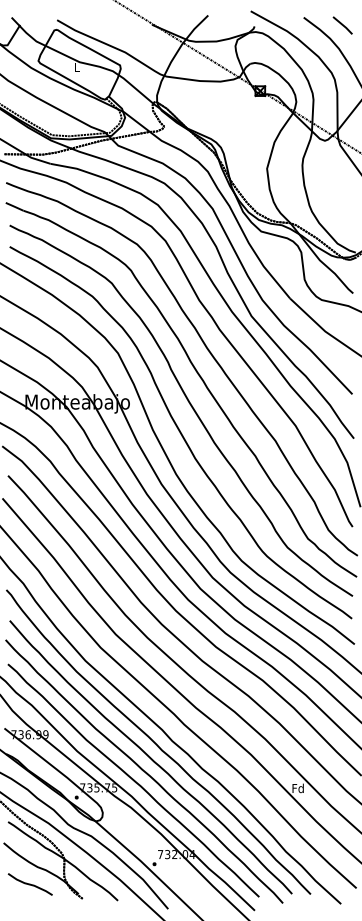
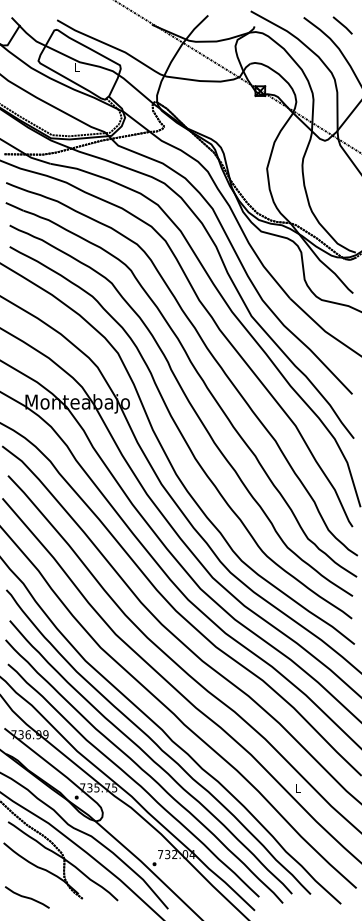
text at (297, 788): Fd -> L
curve at (29, 884) position: (29, 884) -> (26, 897)
